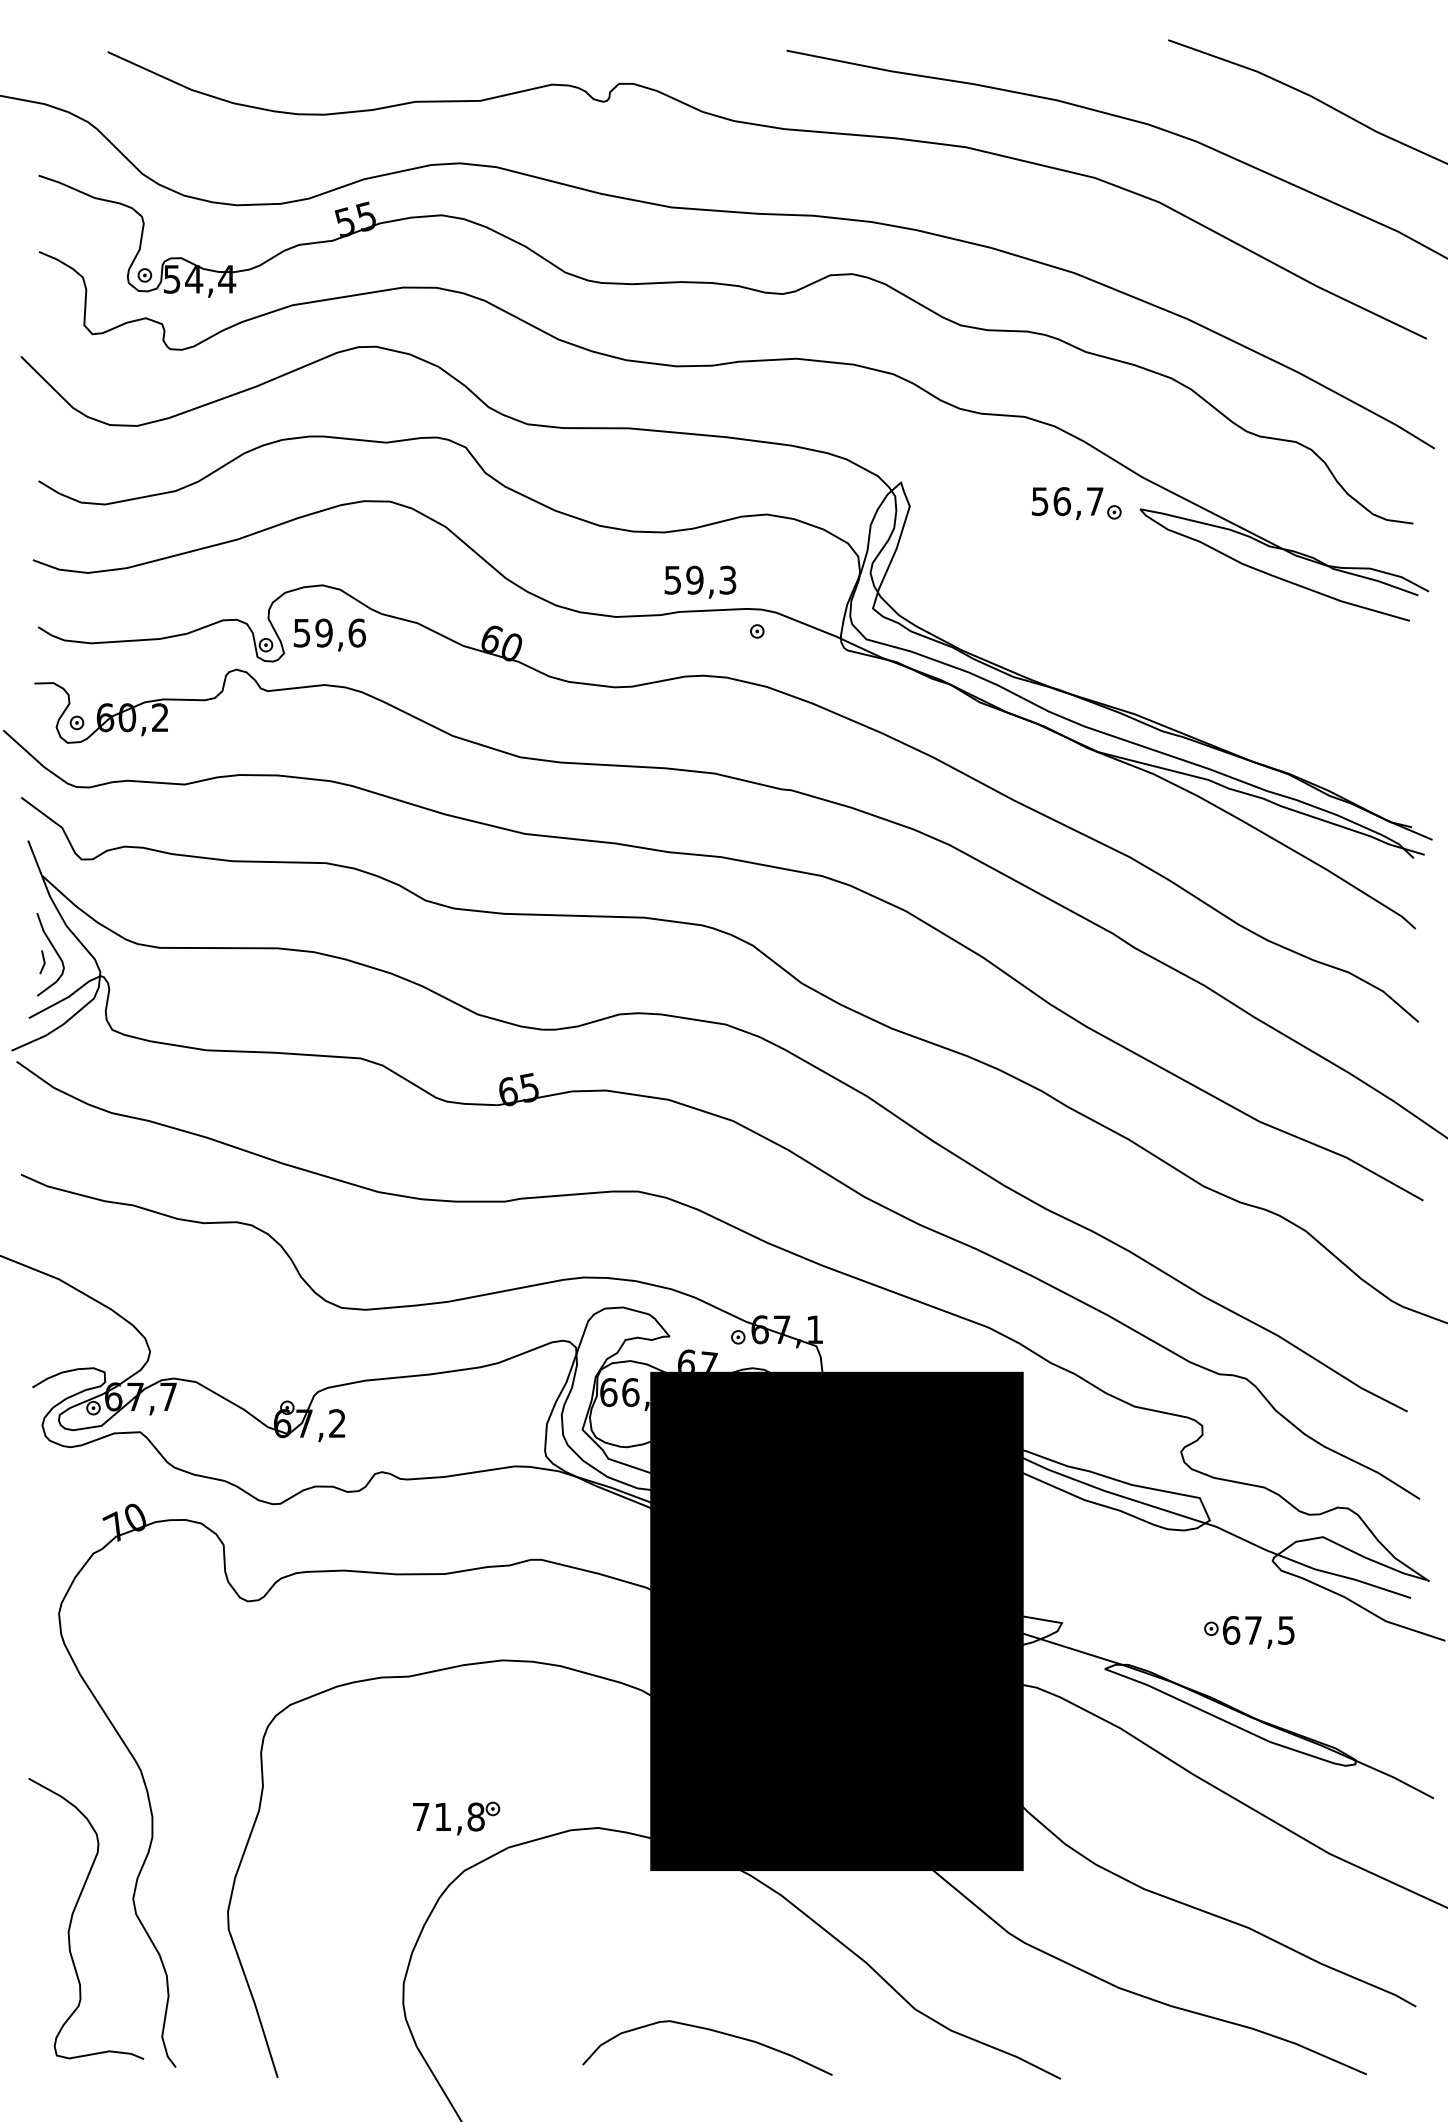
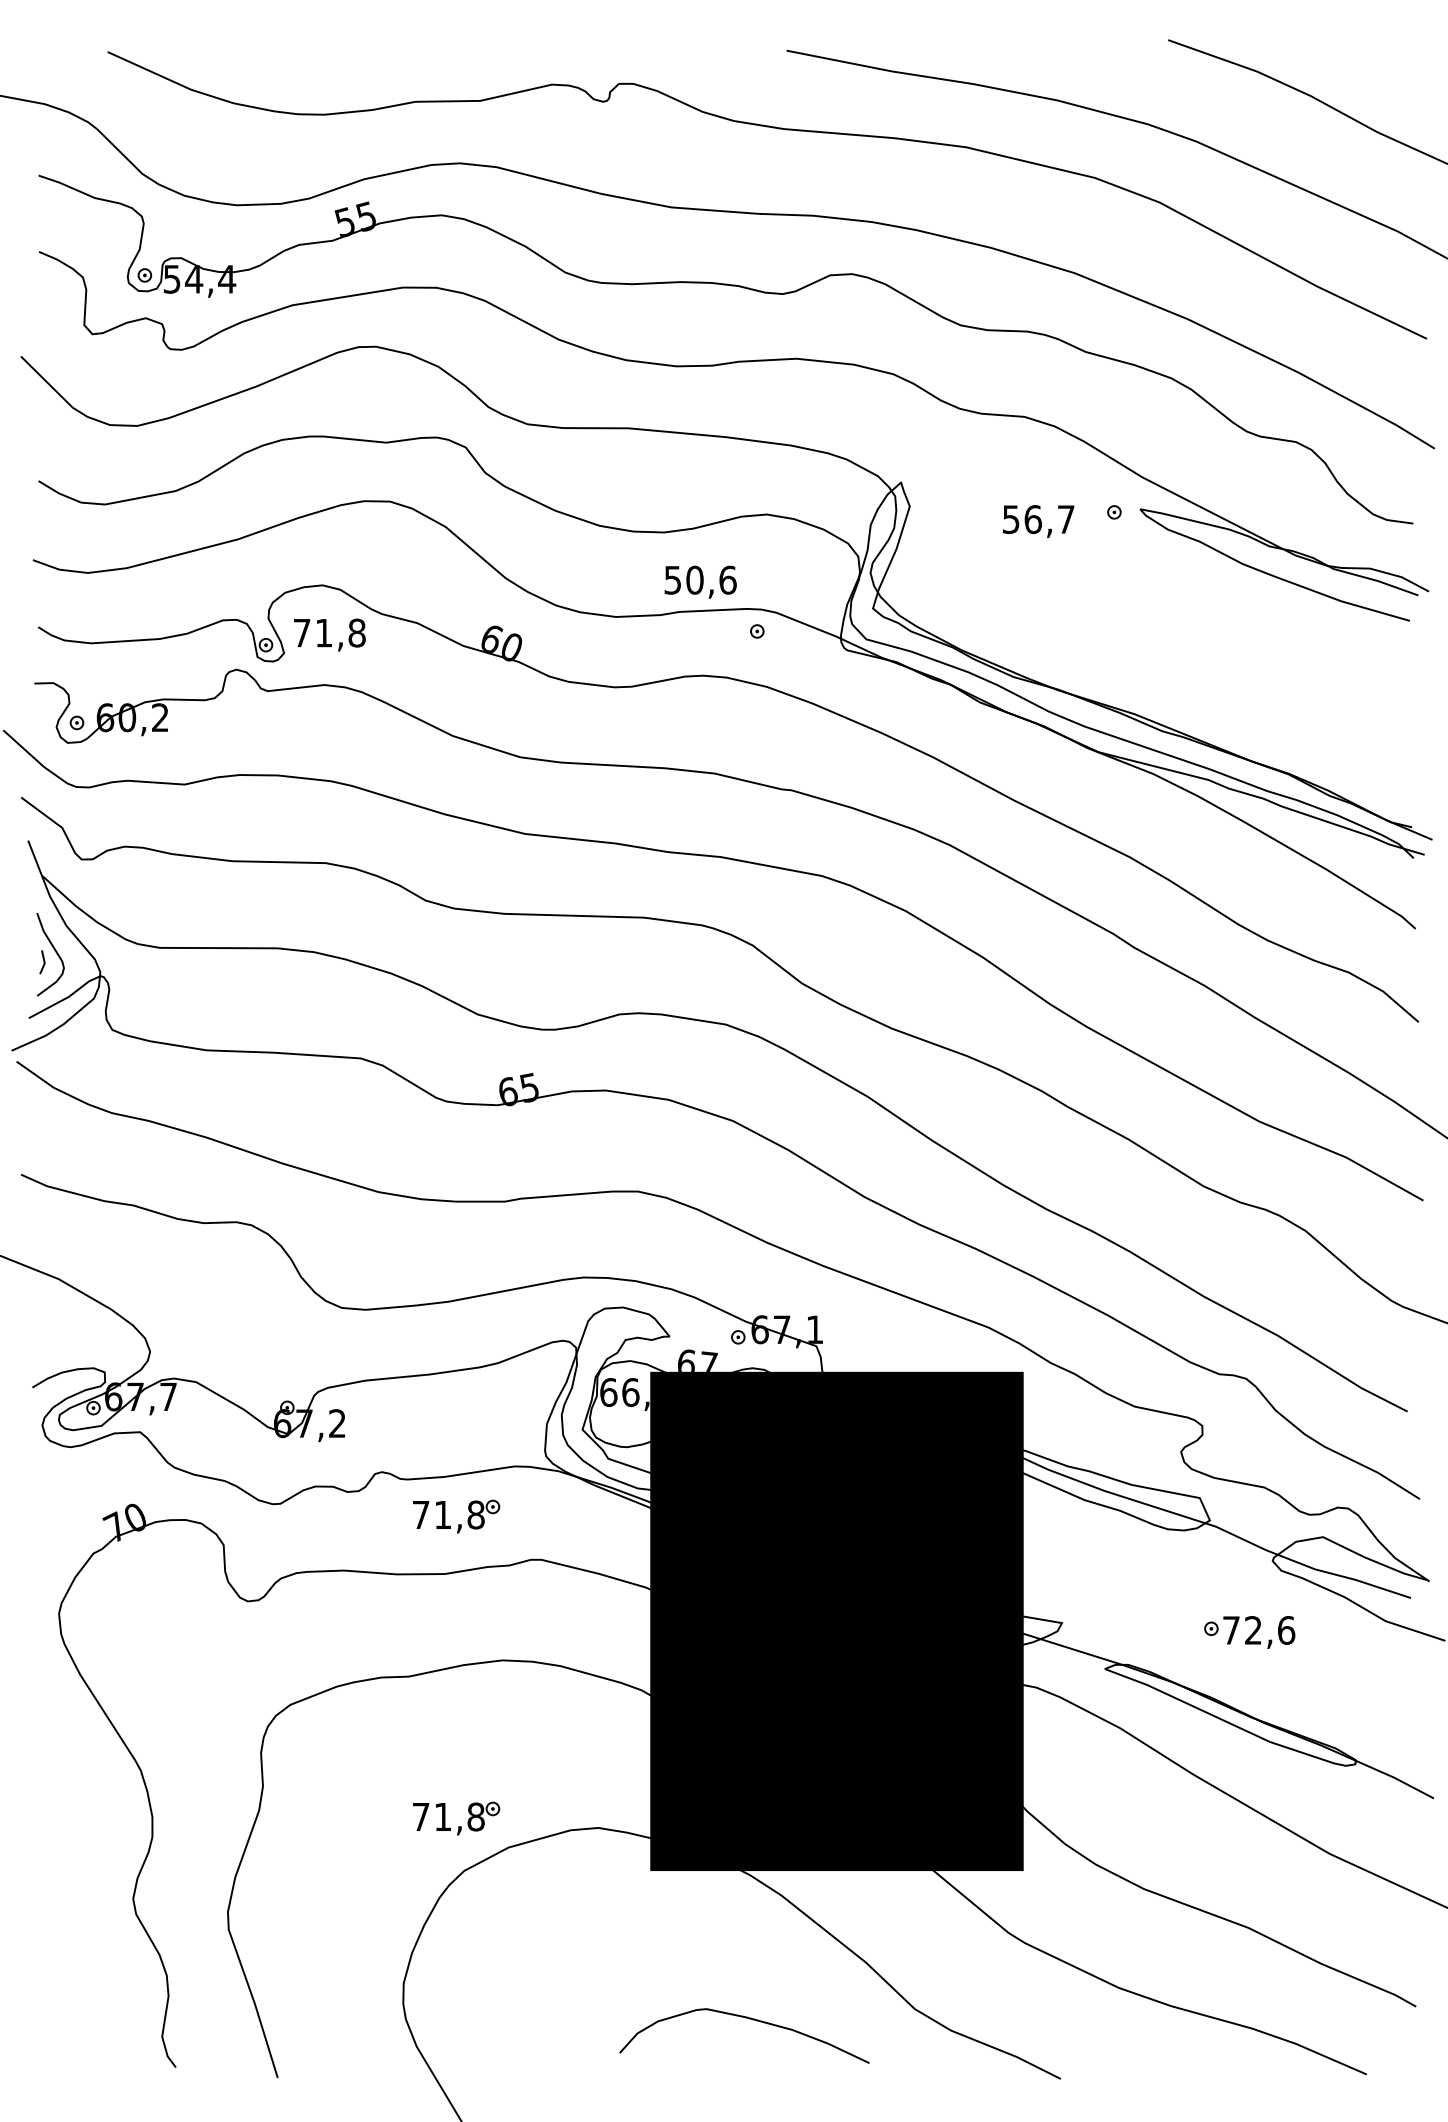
text at (1067, 503) position: (1067, 503) -> (1038, 521)
text at (711, 579): 59,3 -> 50,6
text at (329, 632): 59,6 -> 71,8
part at (458, 1524): none -> present
text at (1259, 1630): 67,5 -> 72,6
curve at (73, 1915): present -> none
curve at (712, 2031) position: (712, 2031) -> (749, 2019)
